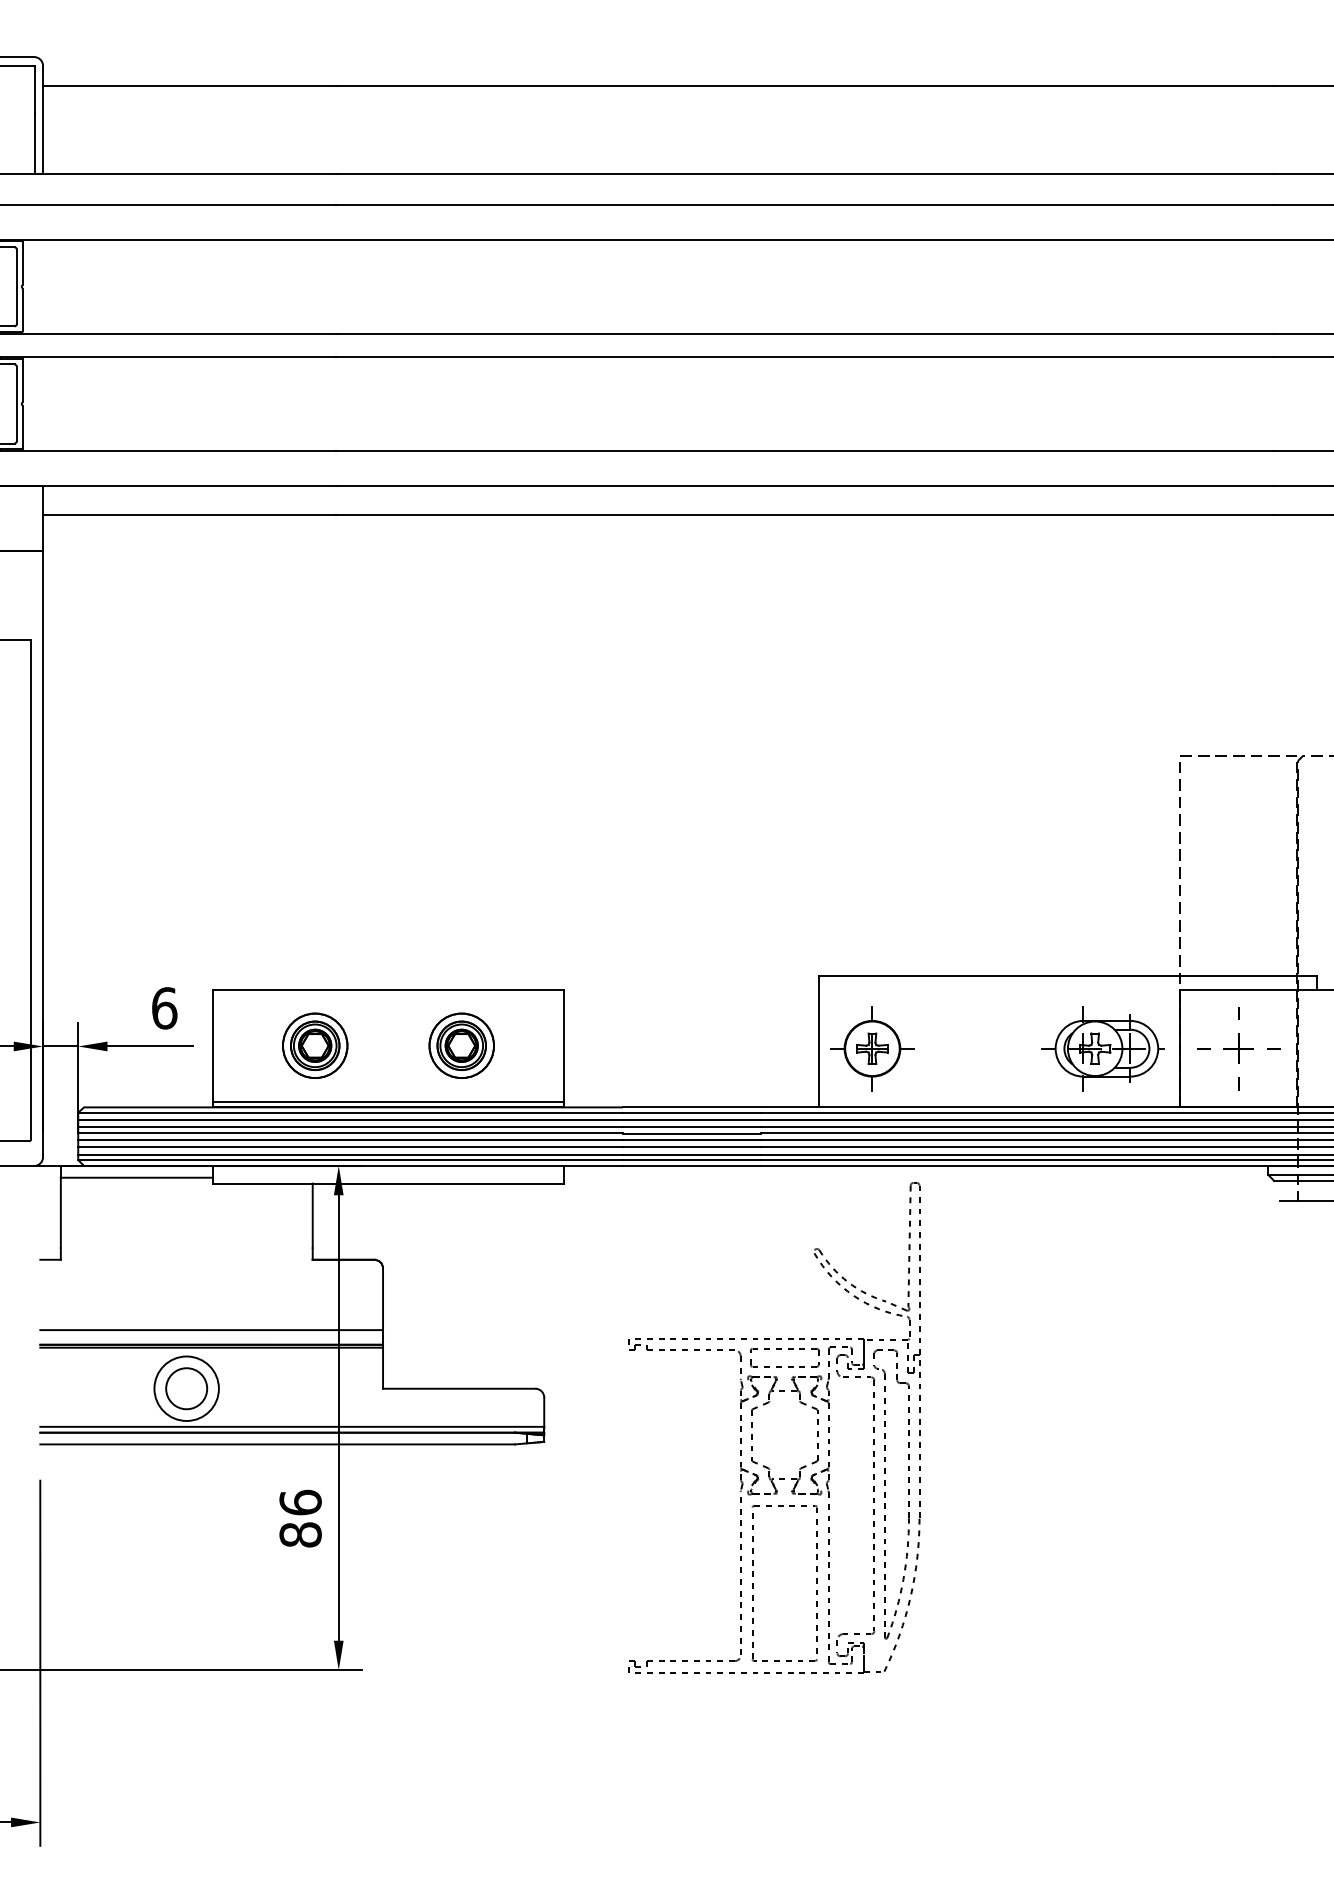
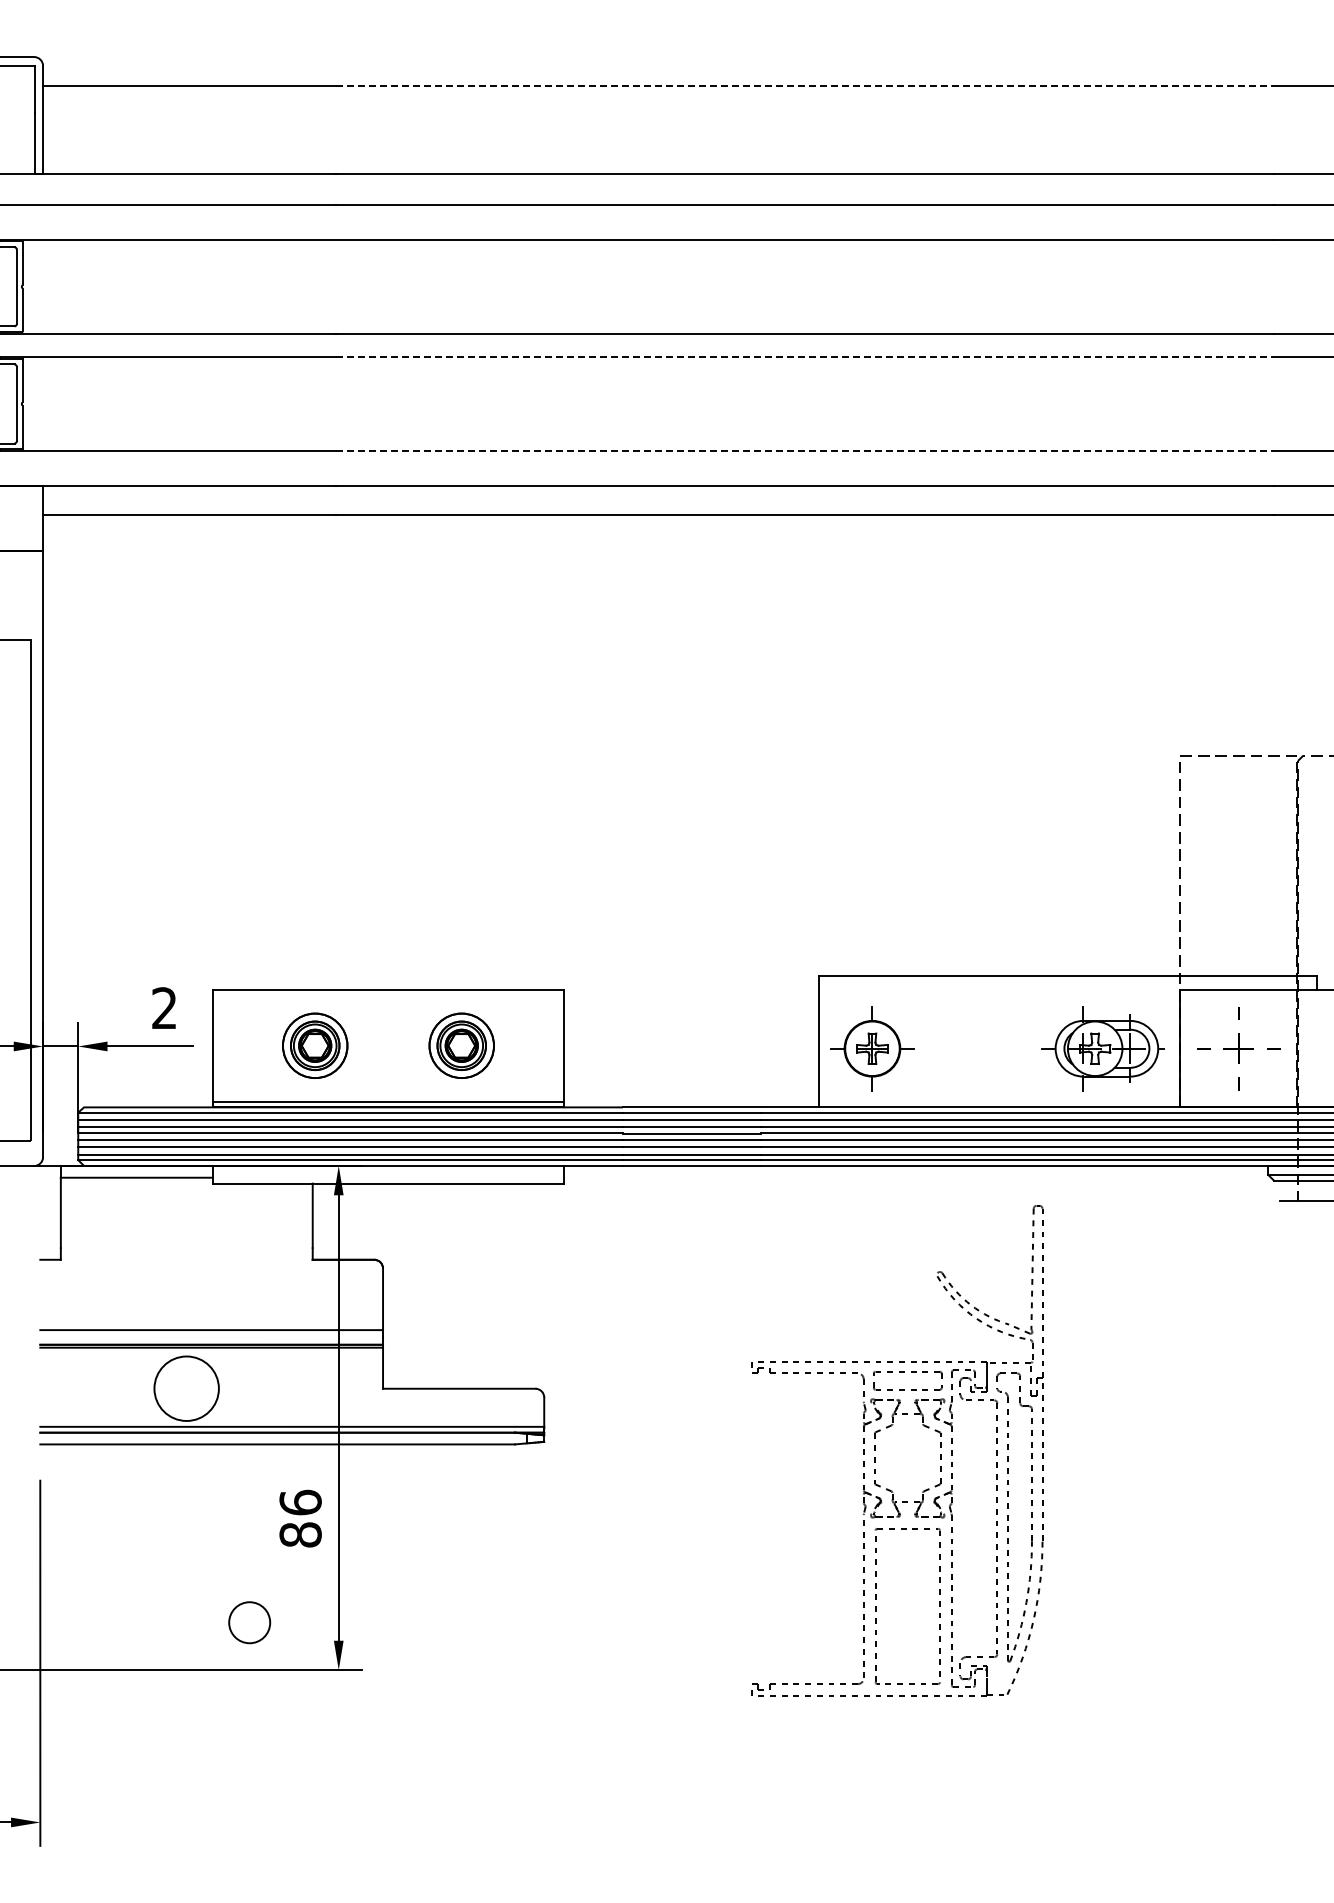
line at (805, 86): solid -> dashed
line at (805, 357): solid -> dashed
line at (805, 450): solid -> dashed
text at (164, 1008): 6 -> 2
circle at (186, 1388) position: (186, 1388) -> (249, 1622)
part at (752, 1427) position: (752, 1427) -> (875, 1450)
